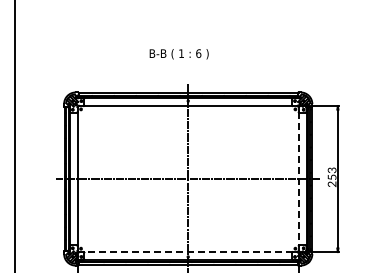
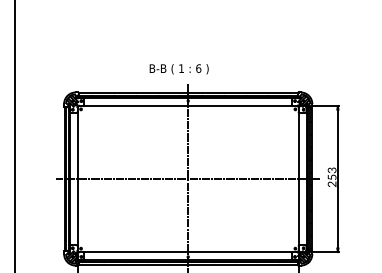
text at (178, 54) position: (178, 54) -> (178, 69)
line at (298, 179): dashed -> solid
line at (188, 252): dashed -> solid
